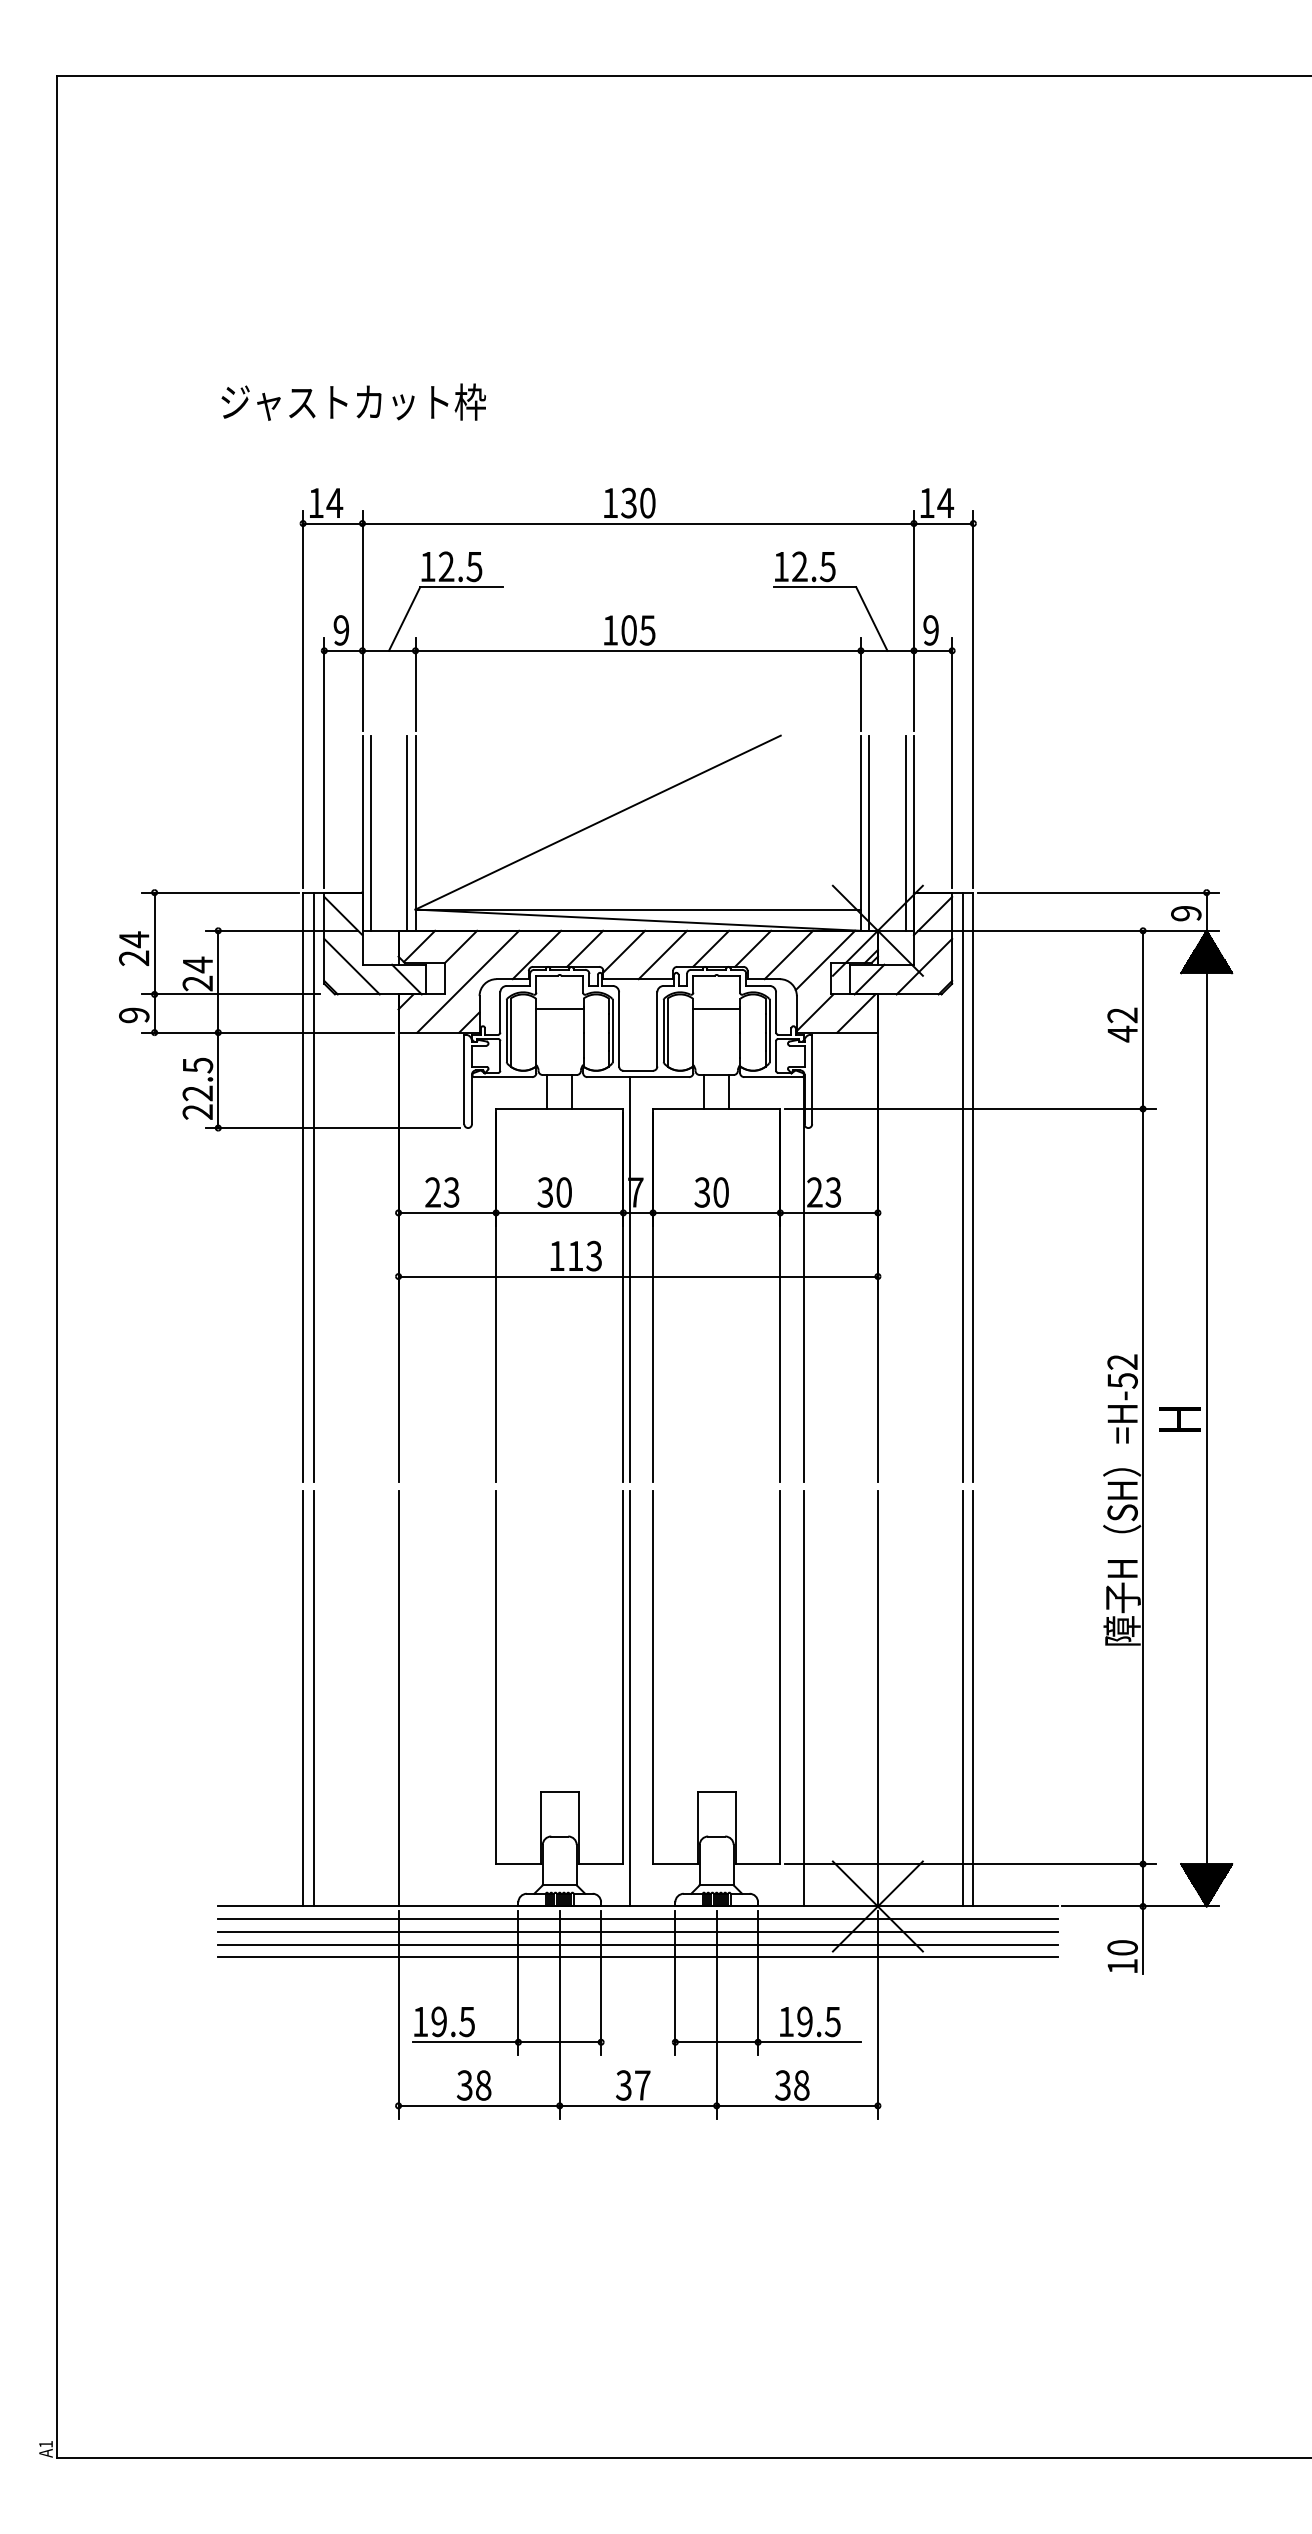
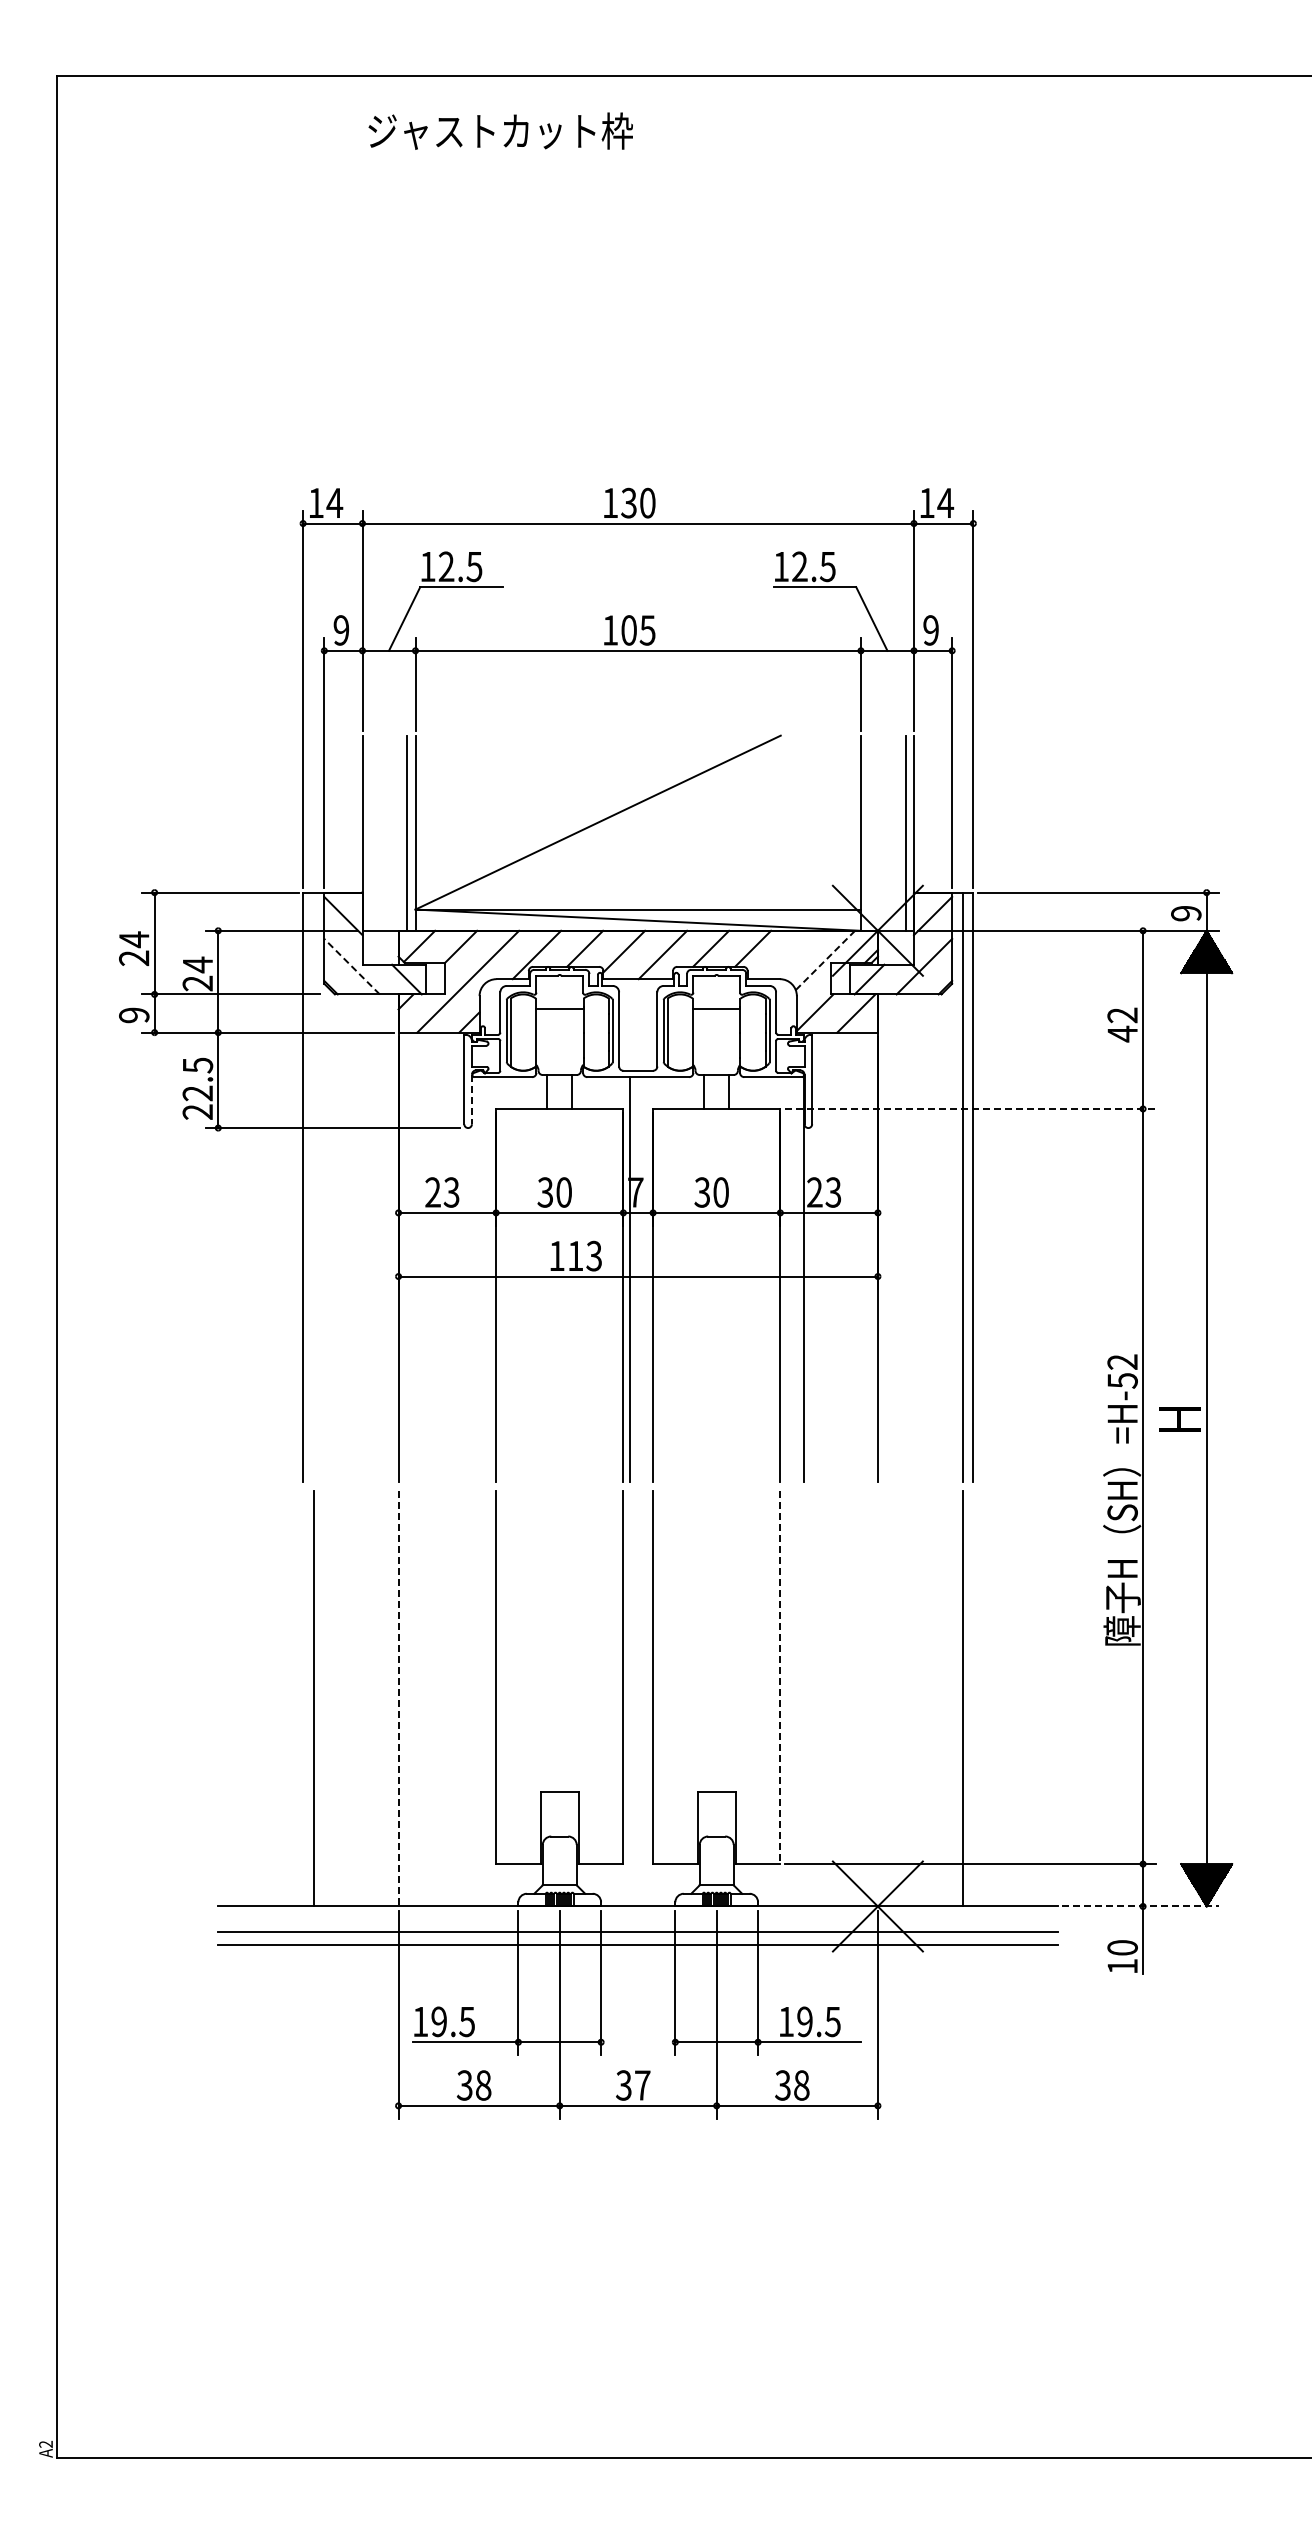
text at (353, 401) position: (353, 401) -> (500, 130)
line at (370, 832): present -> none
line at (869, 832): present -> none
line at (788, 954): present -> none
line at (825, 960): solid -> dashed
line at (351, 966): solid -> dashed
line at (471, 1099): solid -> dashed
line at (970, 1108): solid -> dashed
line at (313, 1187): present -> none
line at (780, 1677): solid -> dashed
line at (303, 1698): present -> none
line at (398, 1698): solid -> dashed
line at (629, 1698): present -> none
line at (803, 1698): present -> none
line at (877, 1698): present -> none
line at (973, 1698): present -> none
line at (1141, 1906): solid -> dashed
line at (638, 1919): present -> none
line at (638, 1957): present -> none
text at (45, 2443): A1 -> A2
